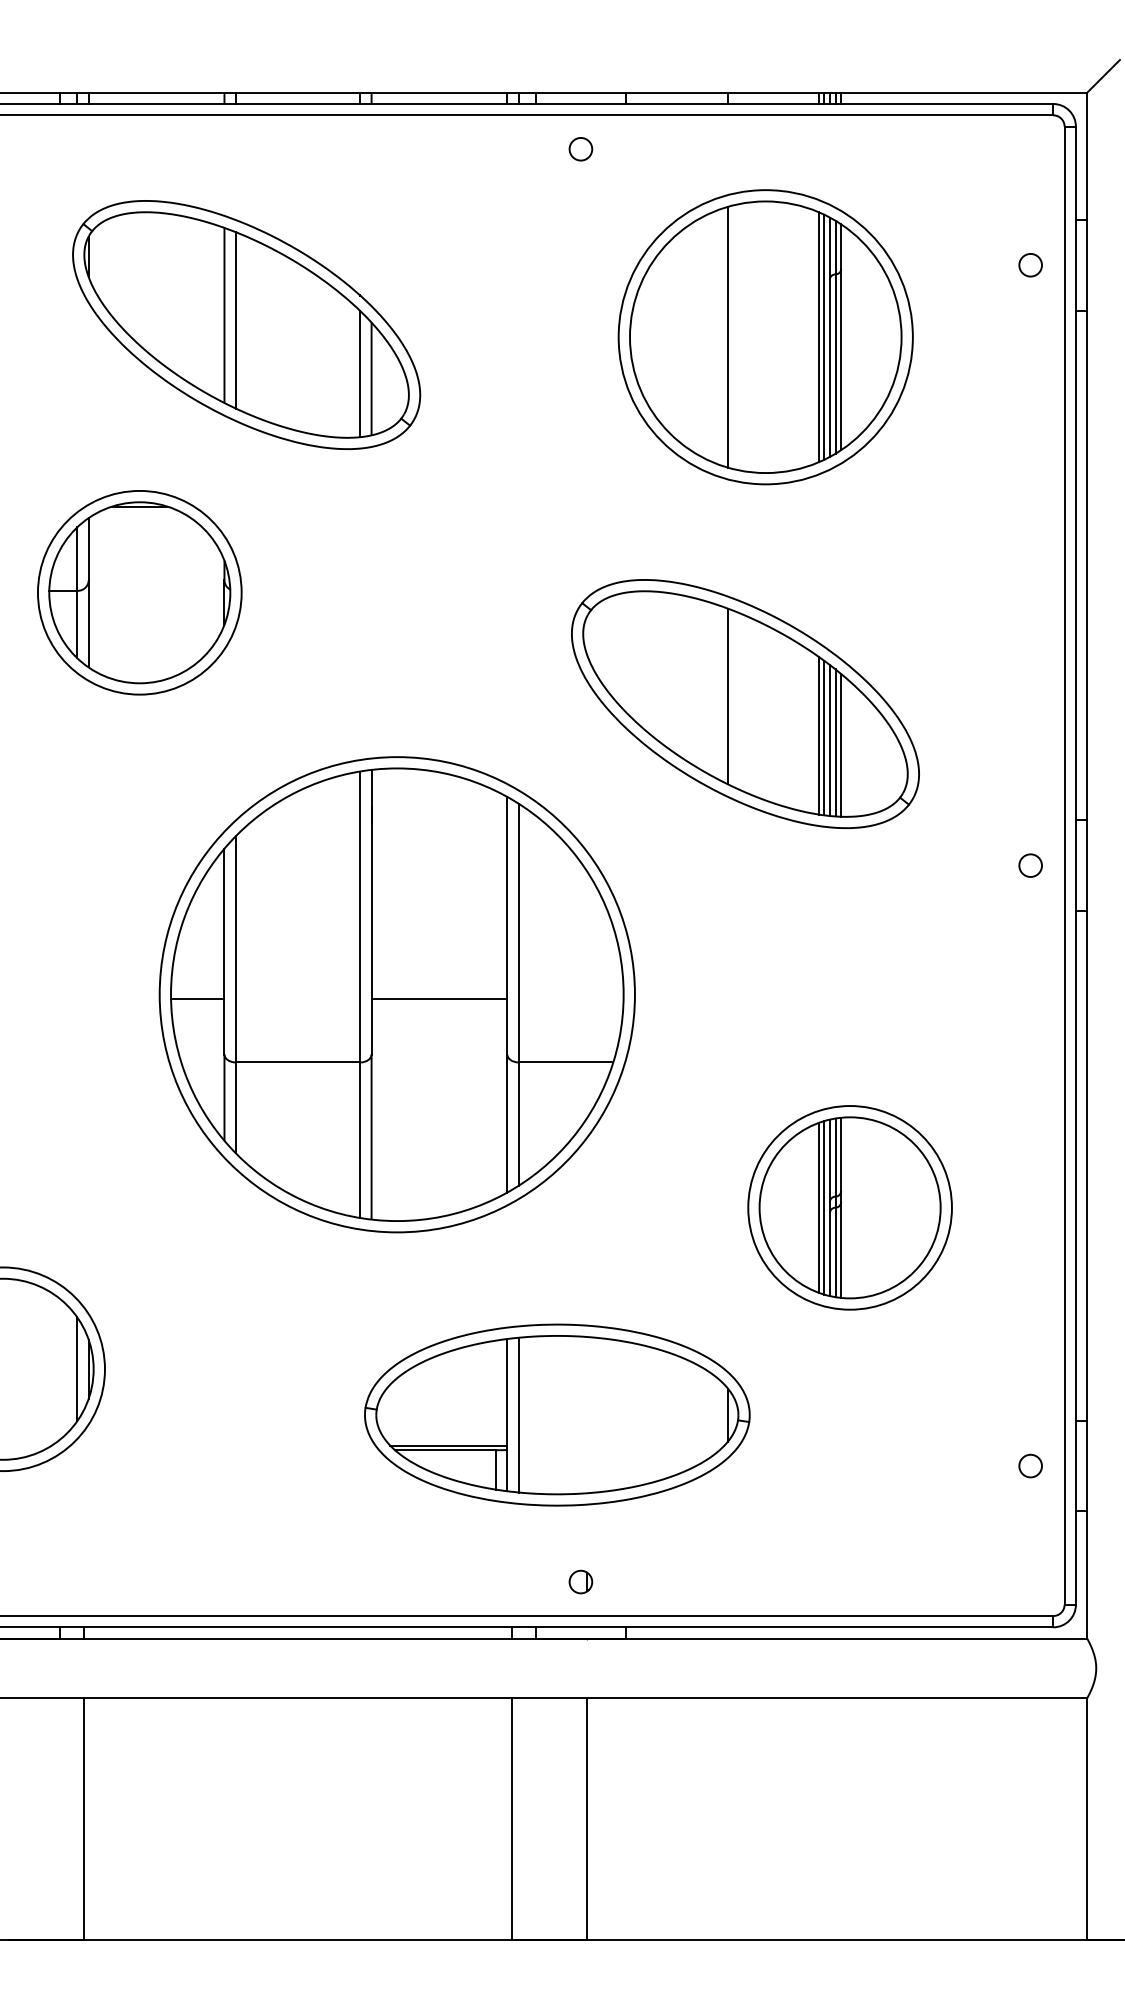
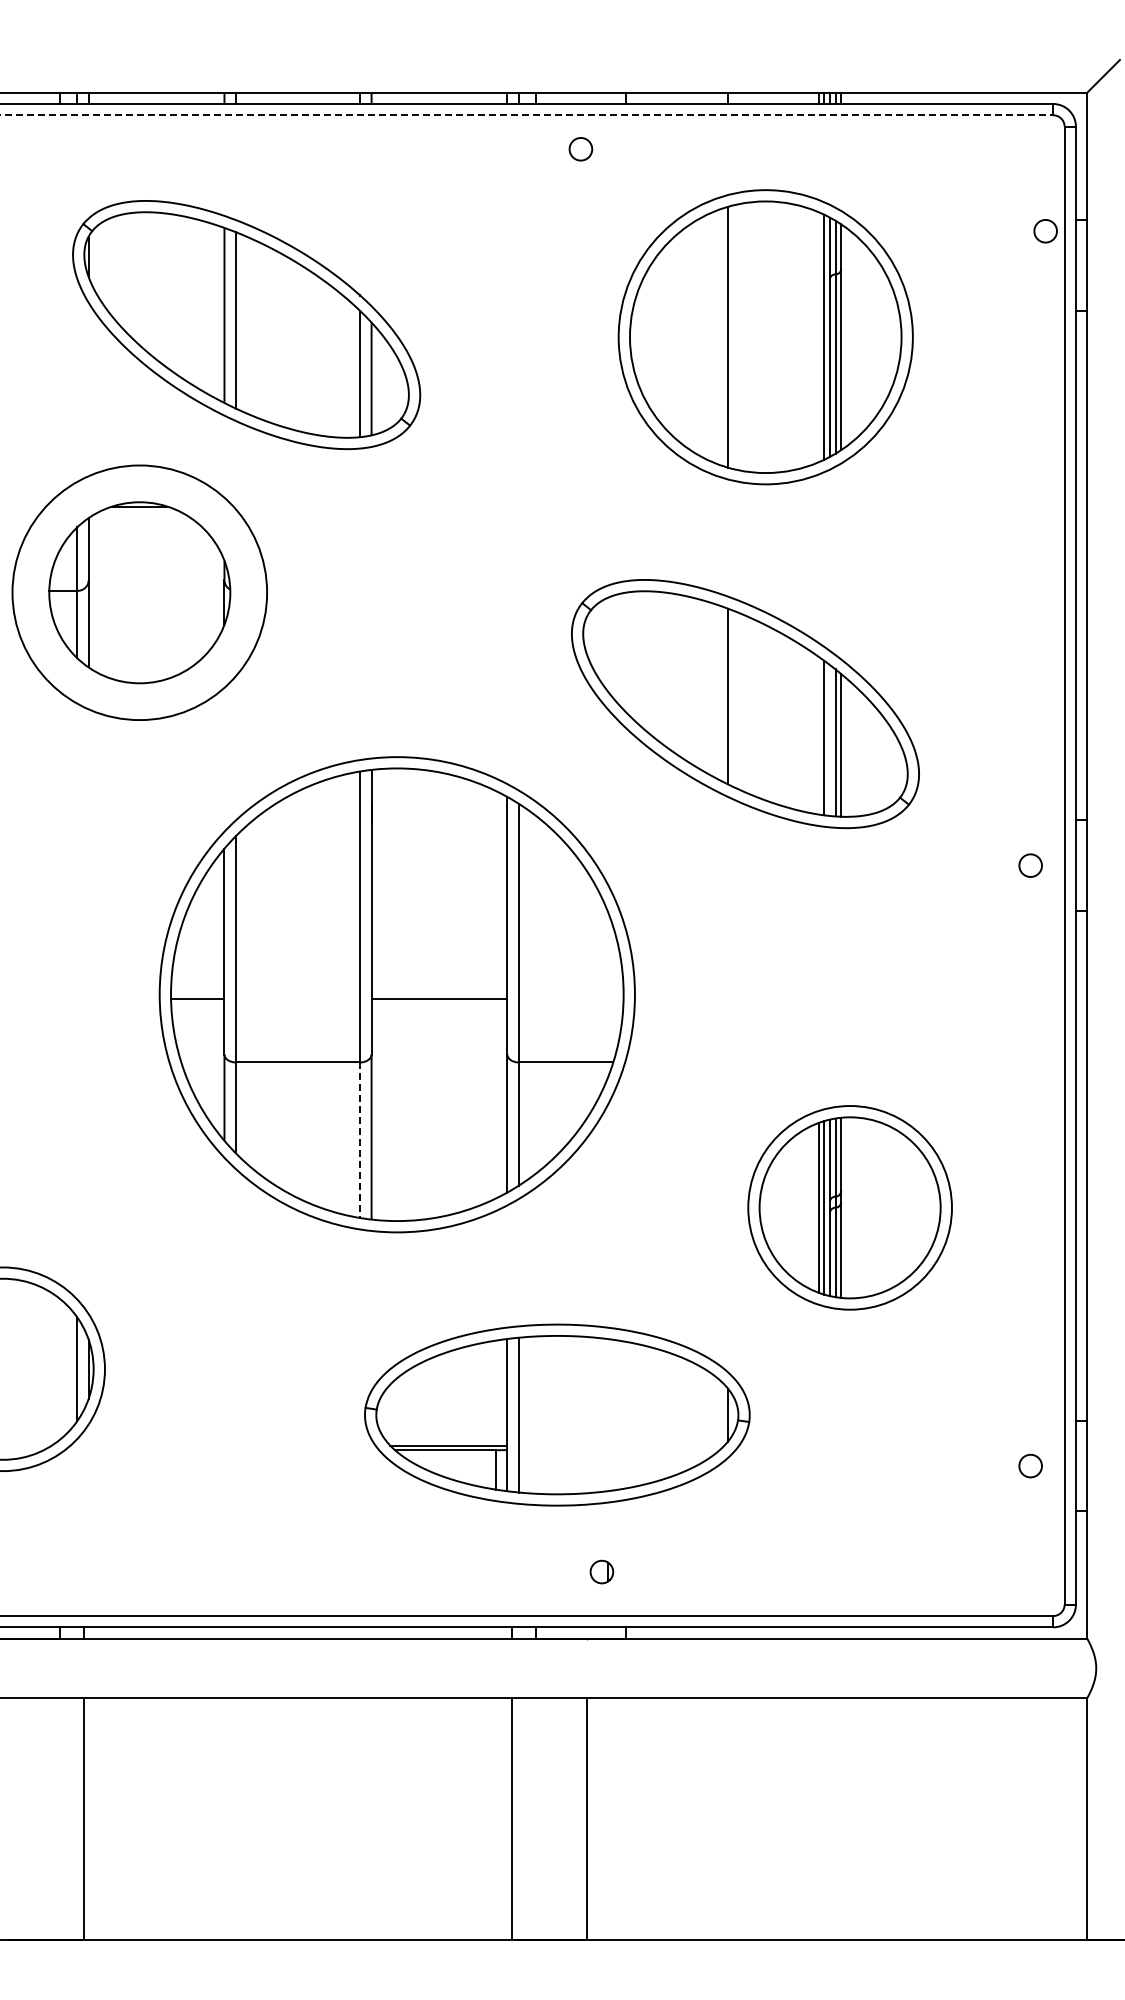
line at (527, 115): solid -> dashed
circle at (1030, 265) position: (1030, 265) -> (1045, 231)
line at (818, 337): present -> none
circle at (139, 592) diameter: 204 px -> 255 px
line at (818, 735): present -> none
line at (829, 740): present -> none
line at (360, 1140): solid -> dashed
part at (580, 1581) position: (580, 1581) -> (601, 1571)
